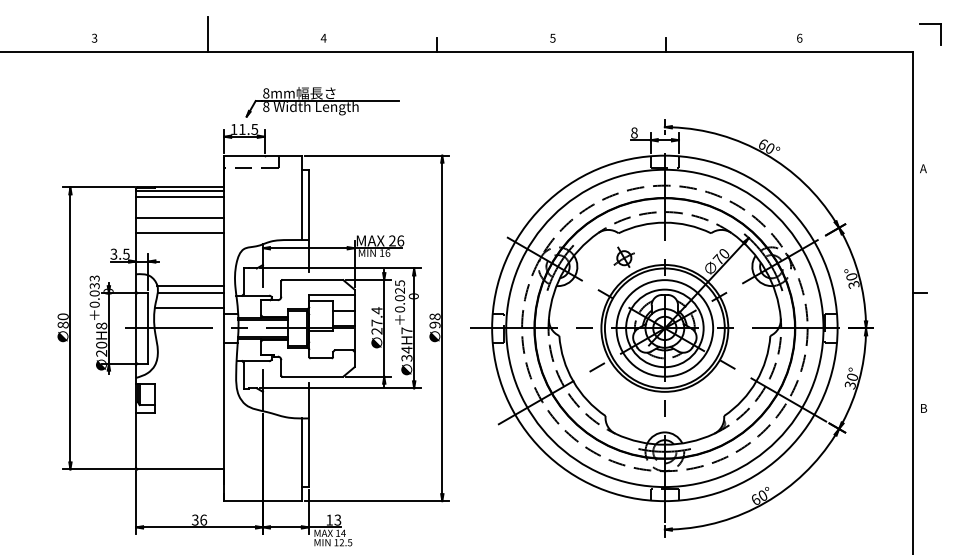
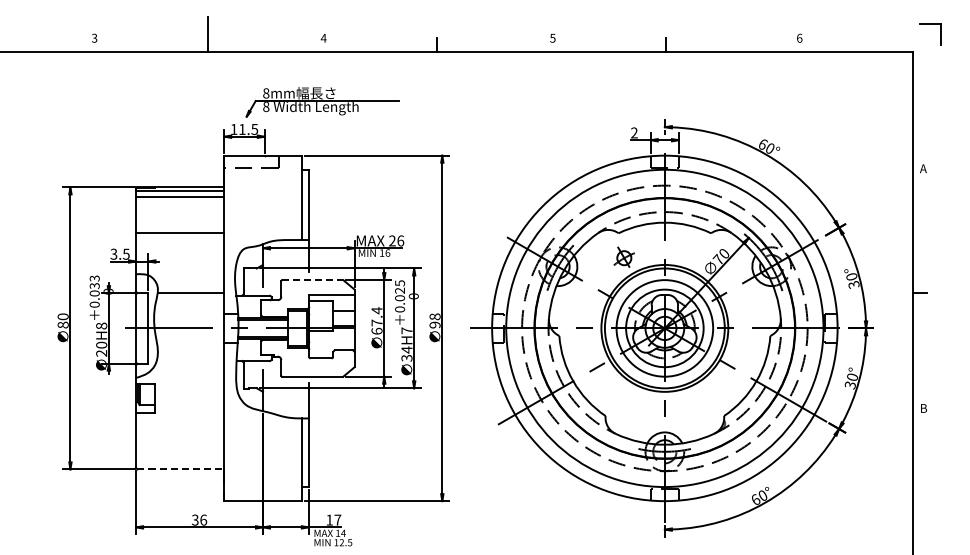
text at (634, 132): 8 -> 2
line at (180, 217): present -> none
line at (312, 280): solid -> dashed
line at (190, 285): present -> none
line at (189, 307): present -> none
text at (376, 330): 27.4 -> 67.4
line at (181, 469): solid -> dashed
text at (337, 519): 13 -> 17
